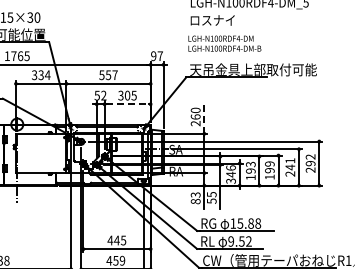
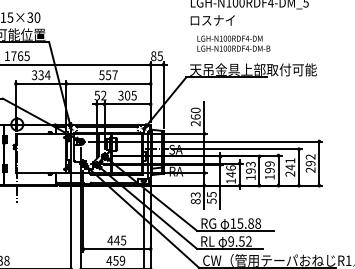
text at (224, 43) position: (224, 43) -> (233, 43)
text at (156, 56): 97 -> 85
line at (128, 104): dashed -> solid
line at (204, 117): dashed -> solid
text at (230, 180): 346 -> 146
